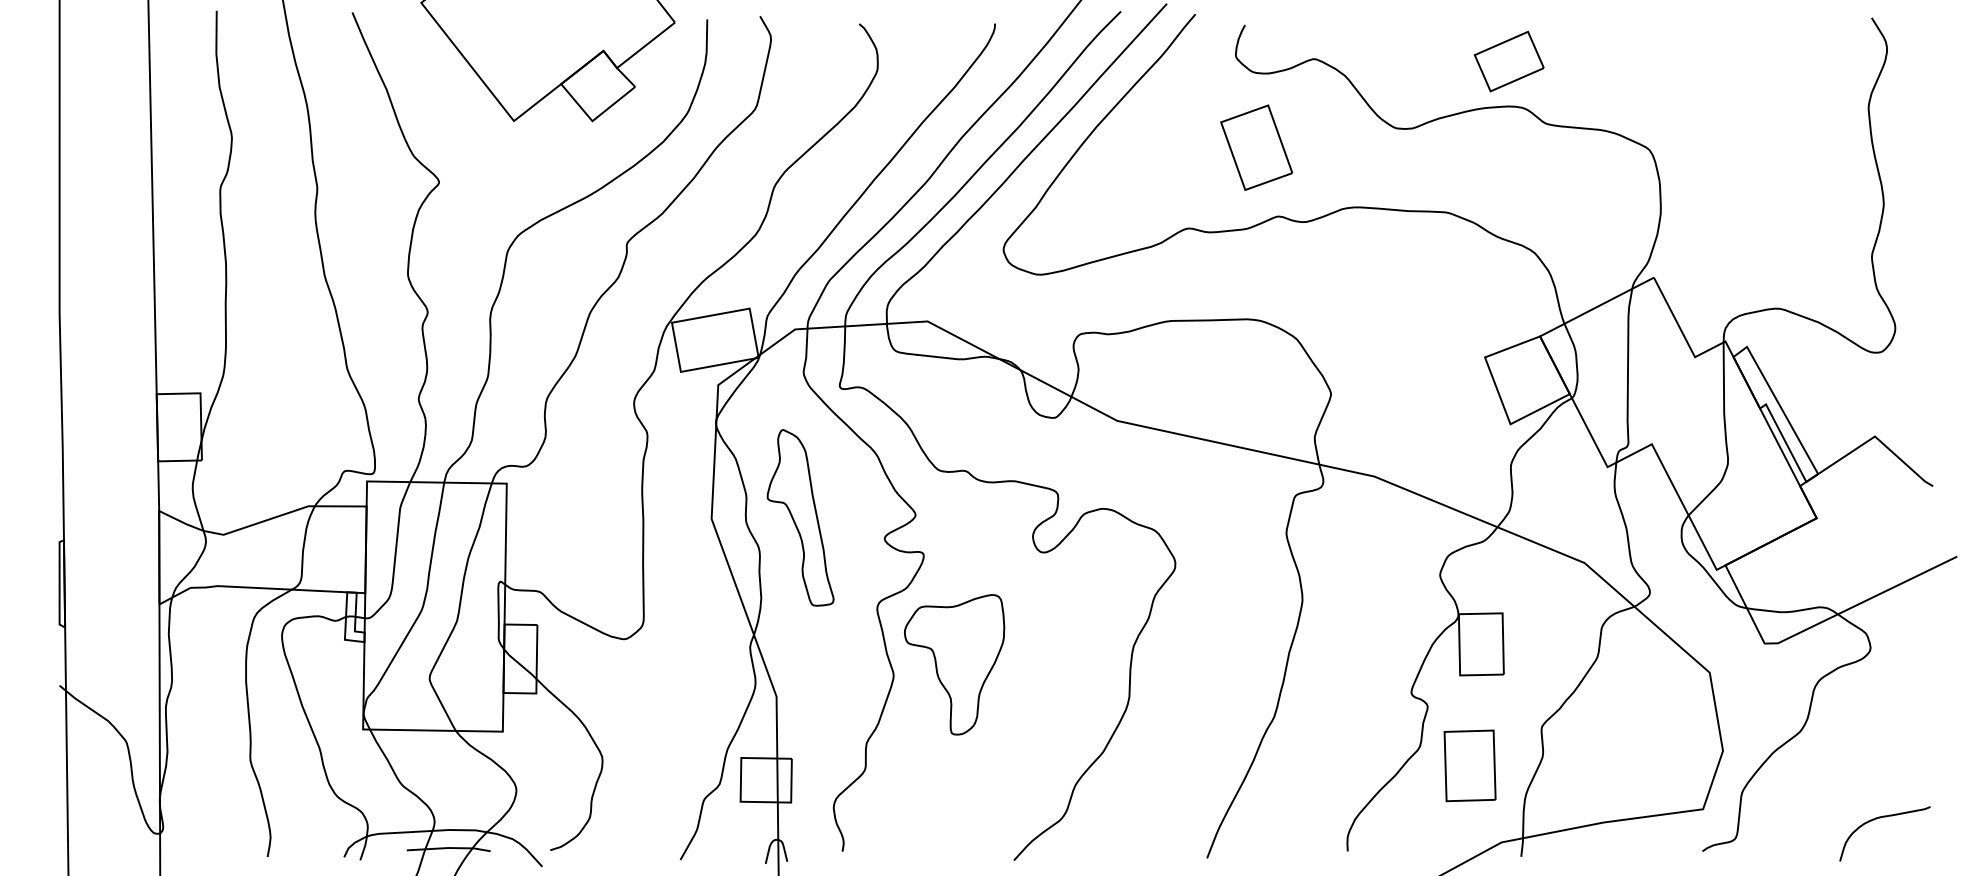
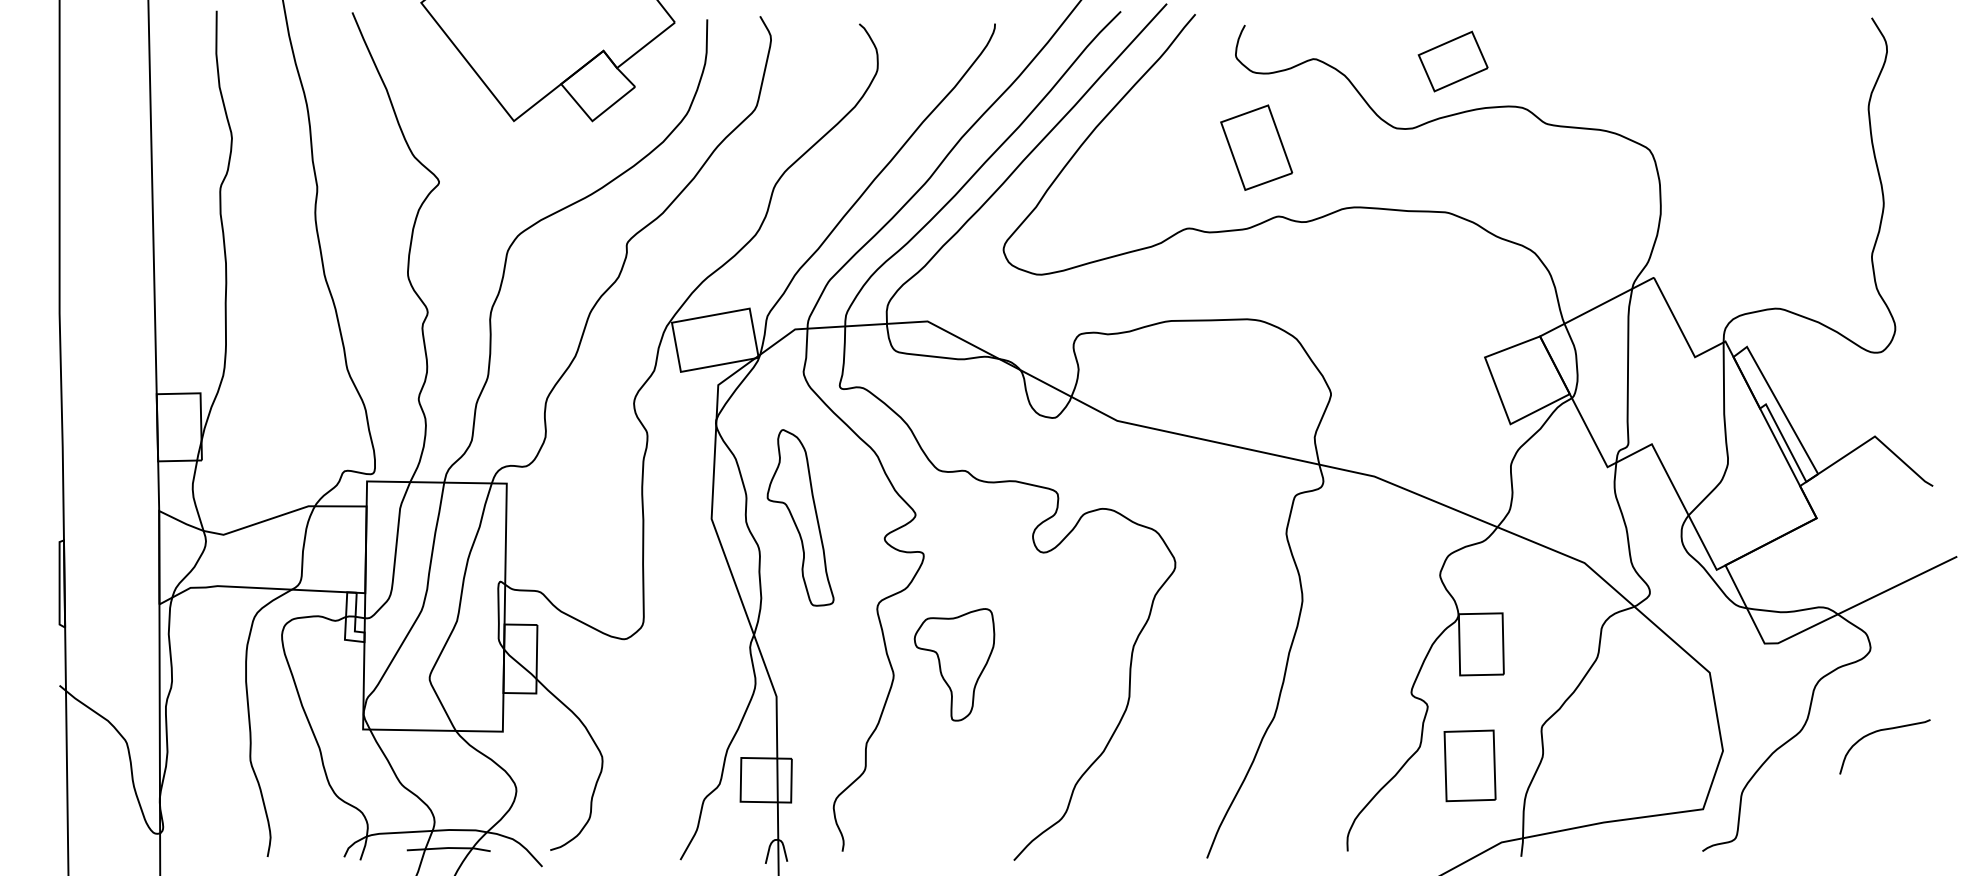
part at (1508, 61) position: (1508, 61) -> (1452, 61)
part at (954, 664) size: 103x142 px -> 83x114 px
curve at (1880, 818) position: (1880, 818) -> (1880, 731)
